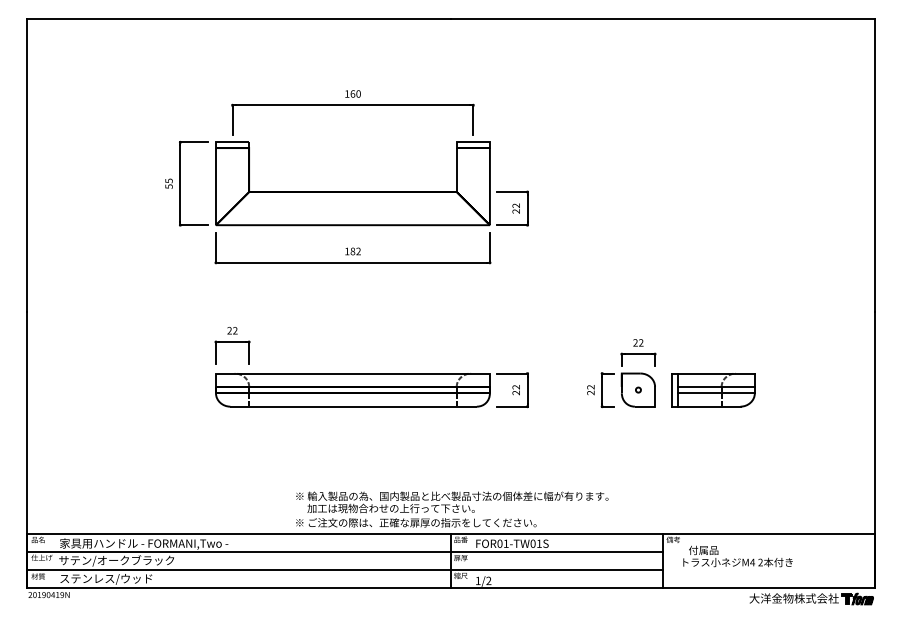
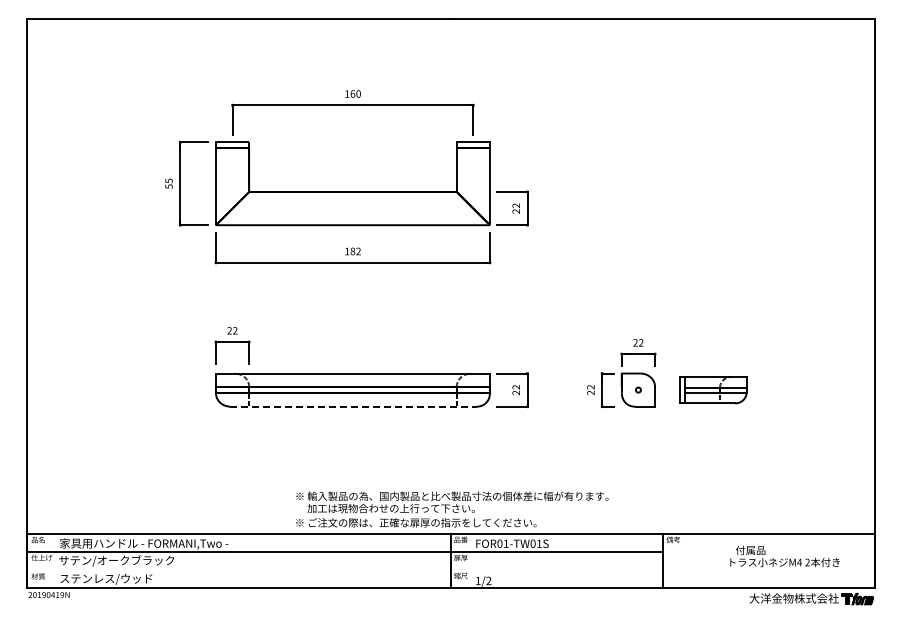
part at (713, 390) size: 85x35 px -> 69x29 px
line at (353, 406): solid -> dashed
text at (737, 556) position: (737, 556) -> (784, 556)
line at (345, 570): present -> none
